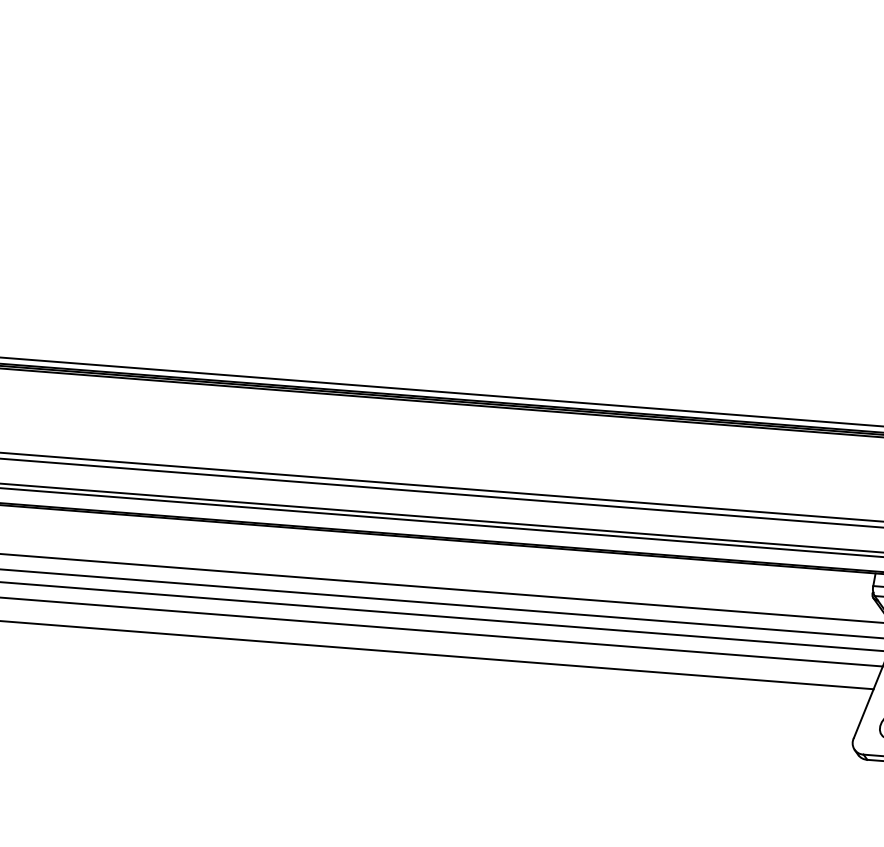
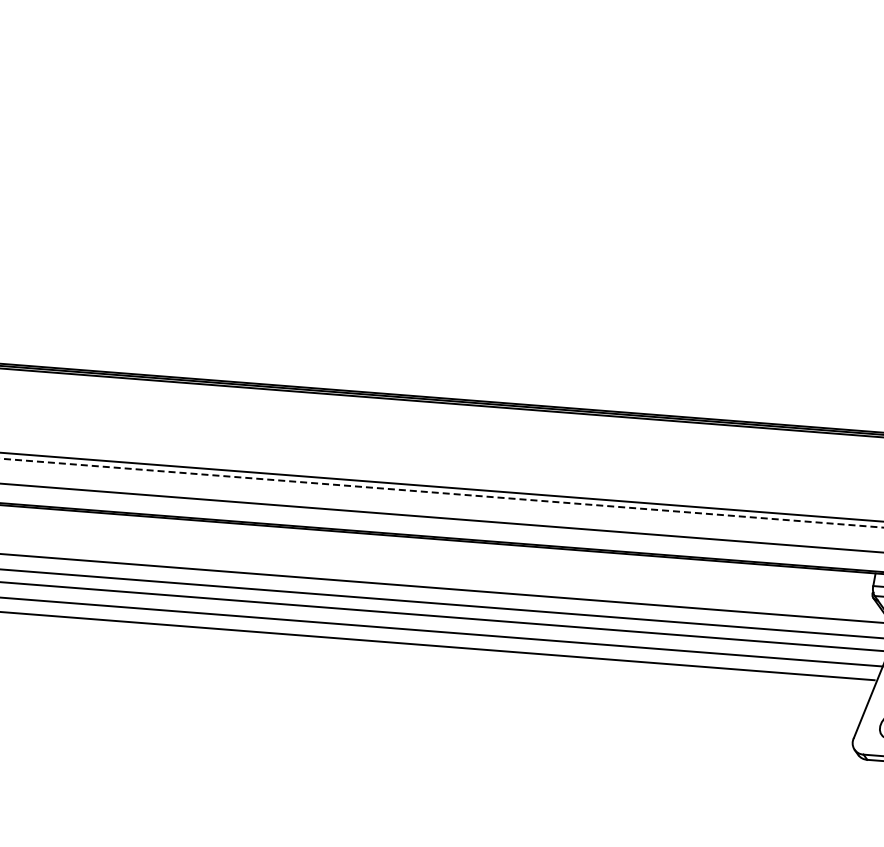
line at (441, 391): present -> none
line at (442, 493): solid -> dashed
line at (441, 522): present -> none
line at (437, 655) position: (437, 655) -> (438, 646)
